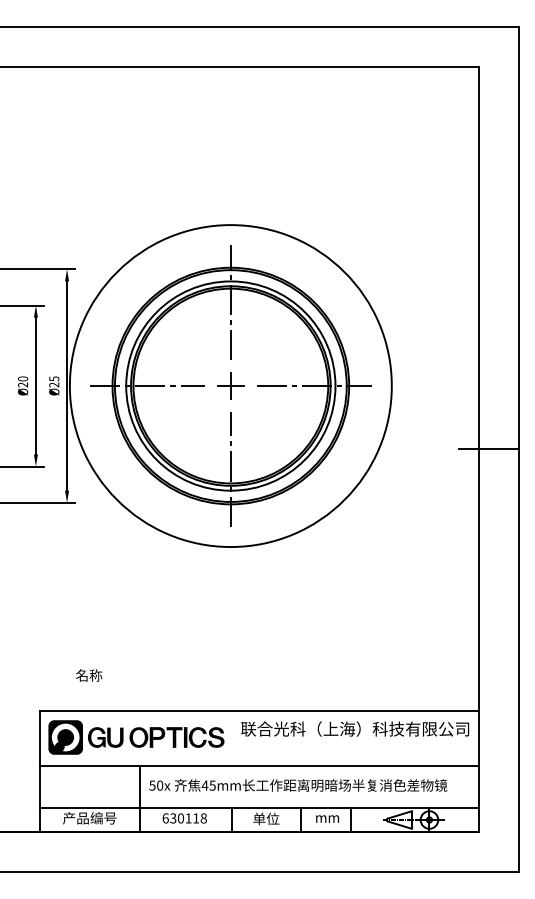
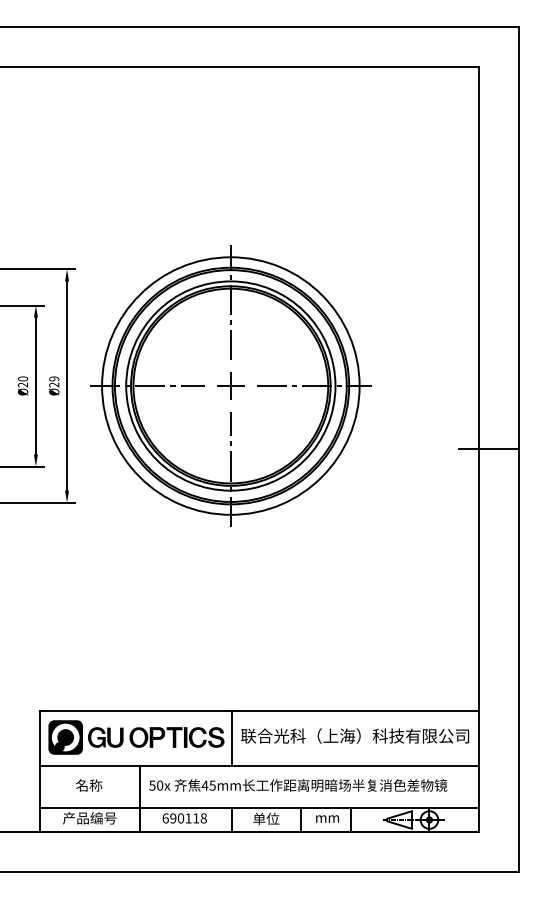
text at (54, 378): Ø25 -> Ø29
circle at (230, 386) diameter: 322 px -> 258 px
text at (89, 675) position: (89, 675) -> (89, 785)
text at (355, 728) position: (355, 728) -> (355, 735)
line at (231, 738): none -> present
text at (173, 818): 630118 -> 690118
